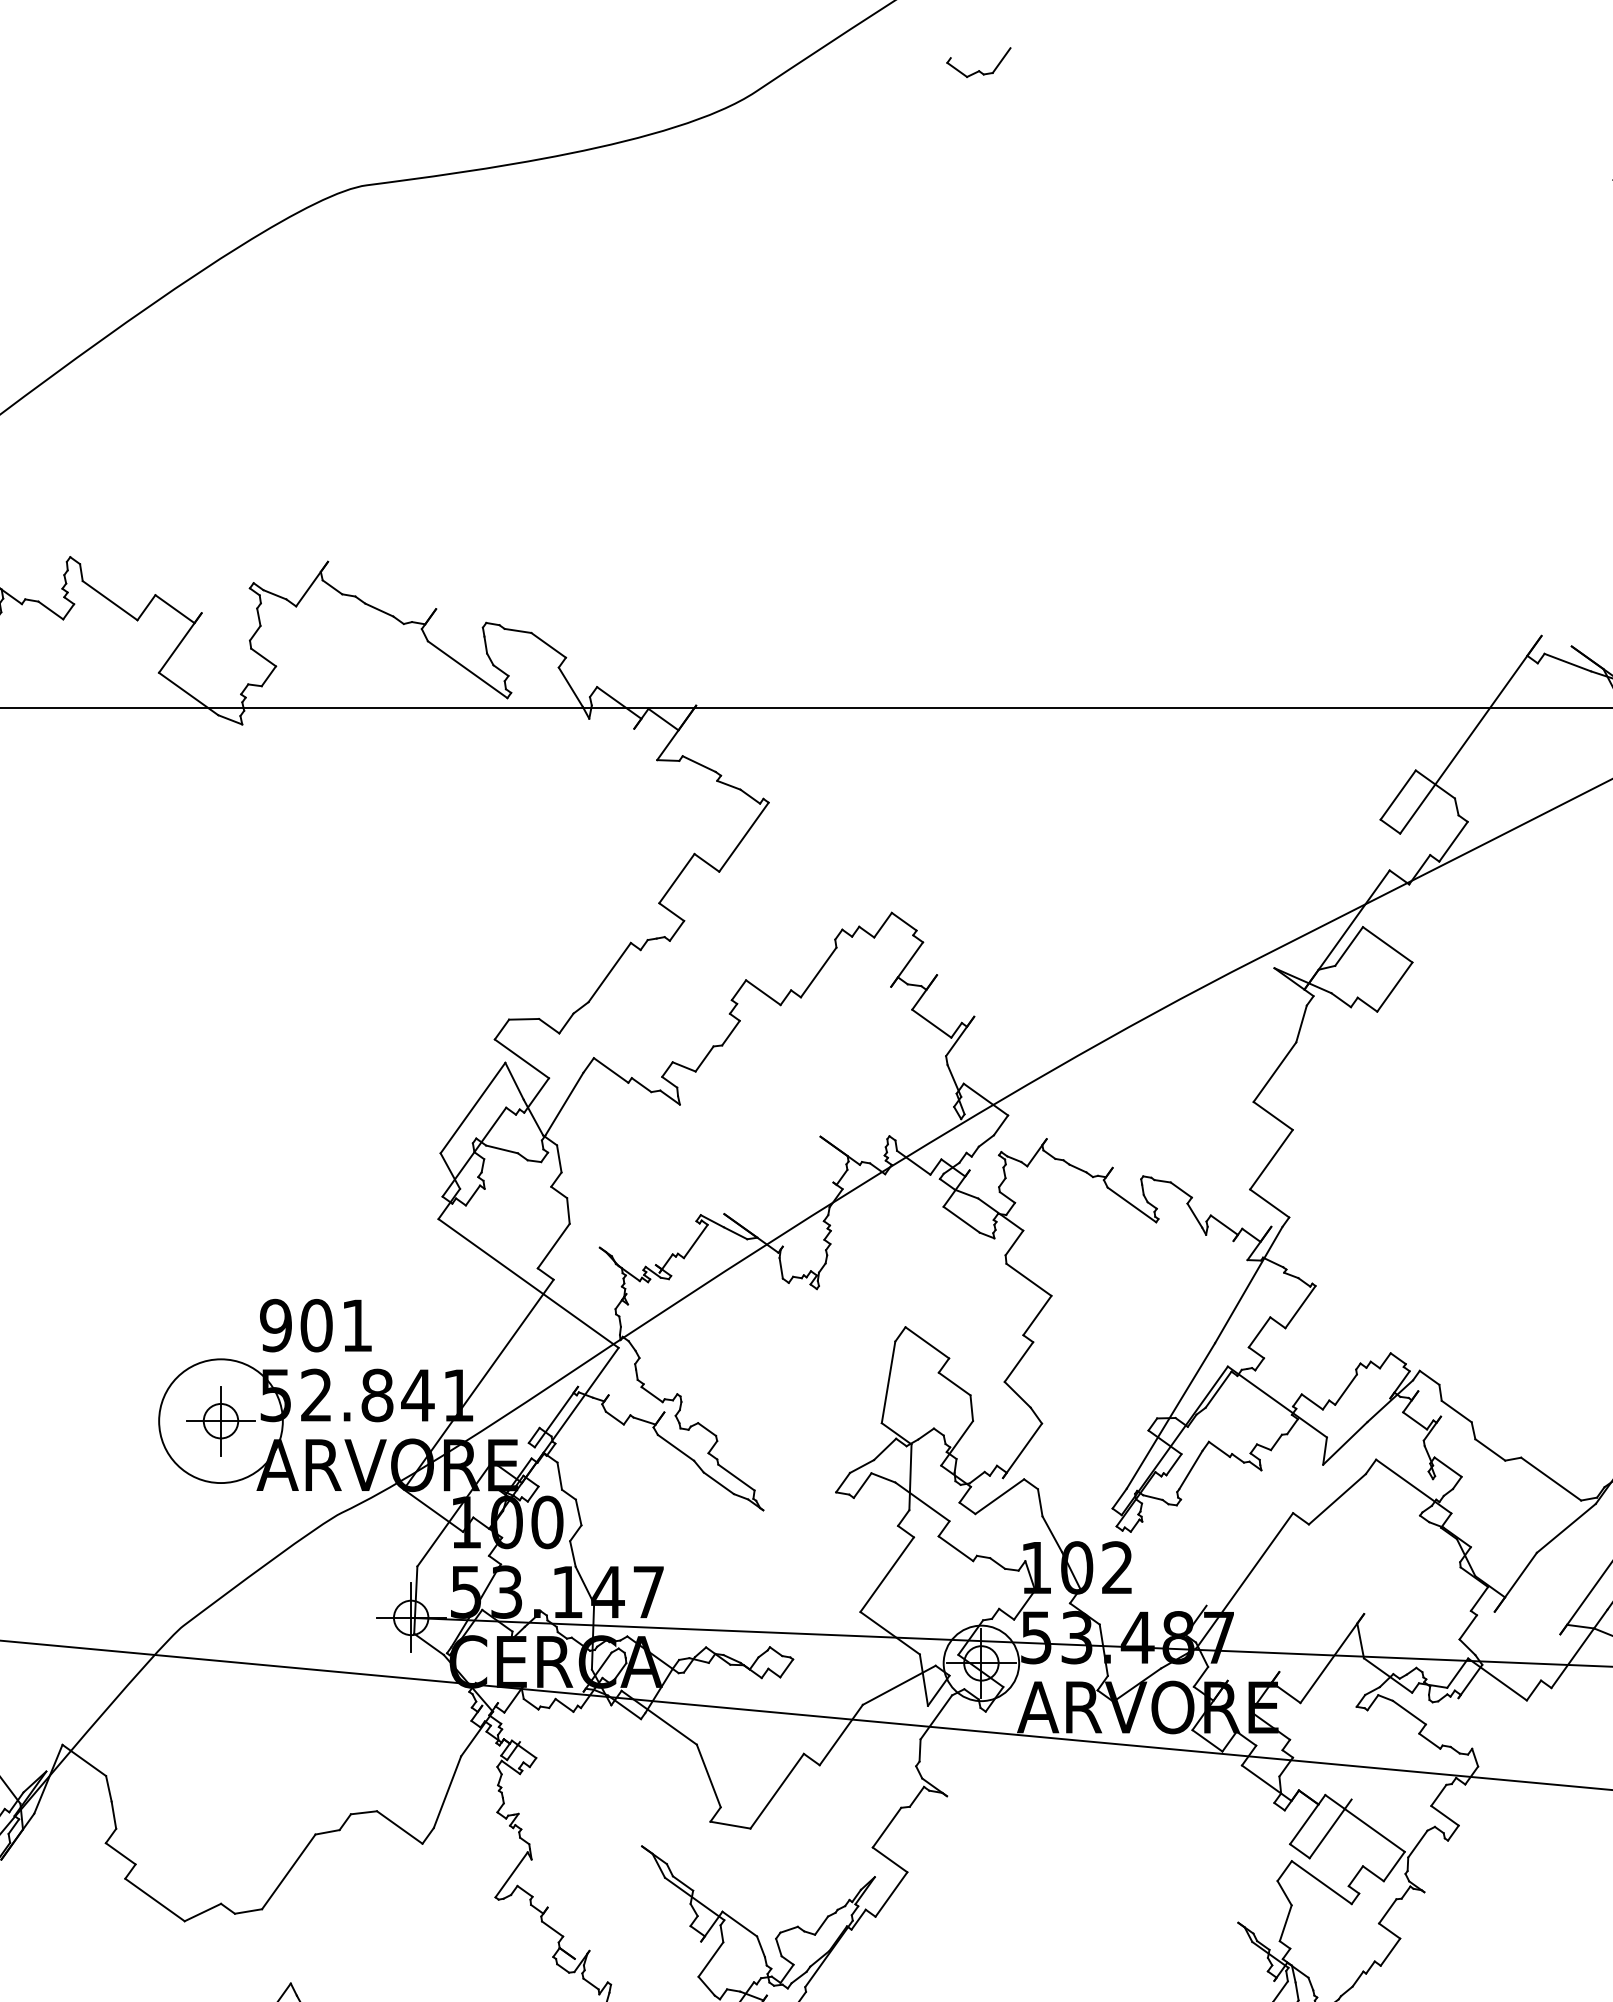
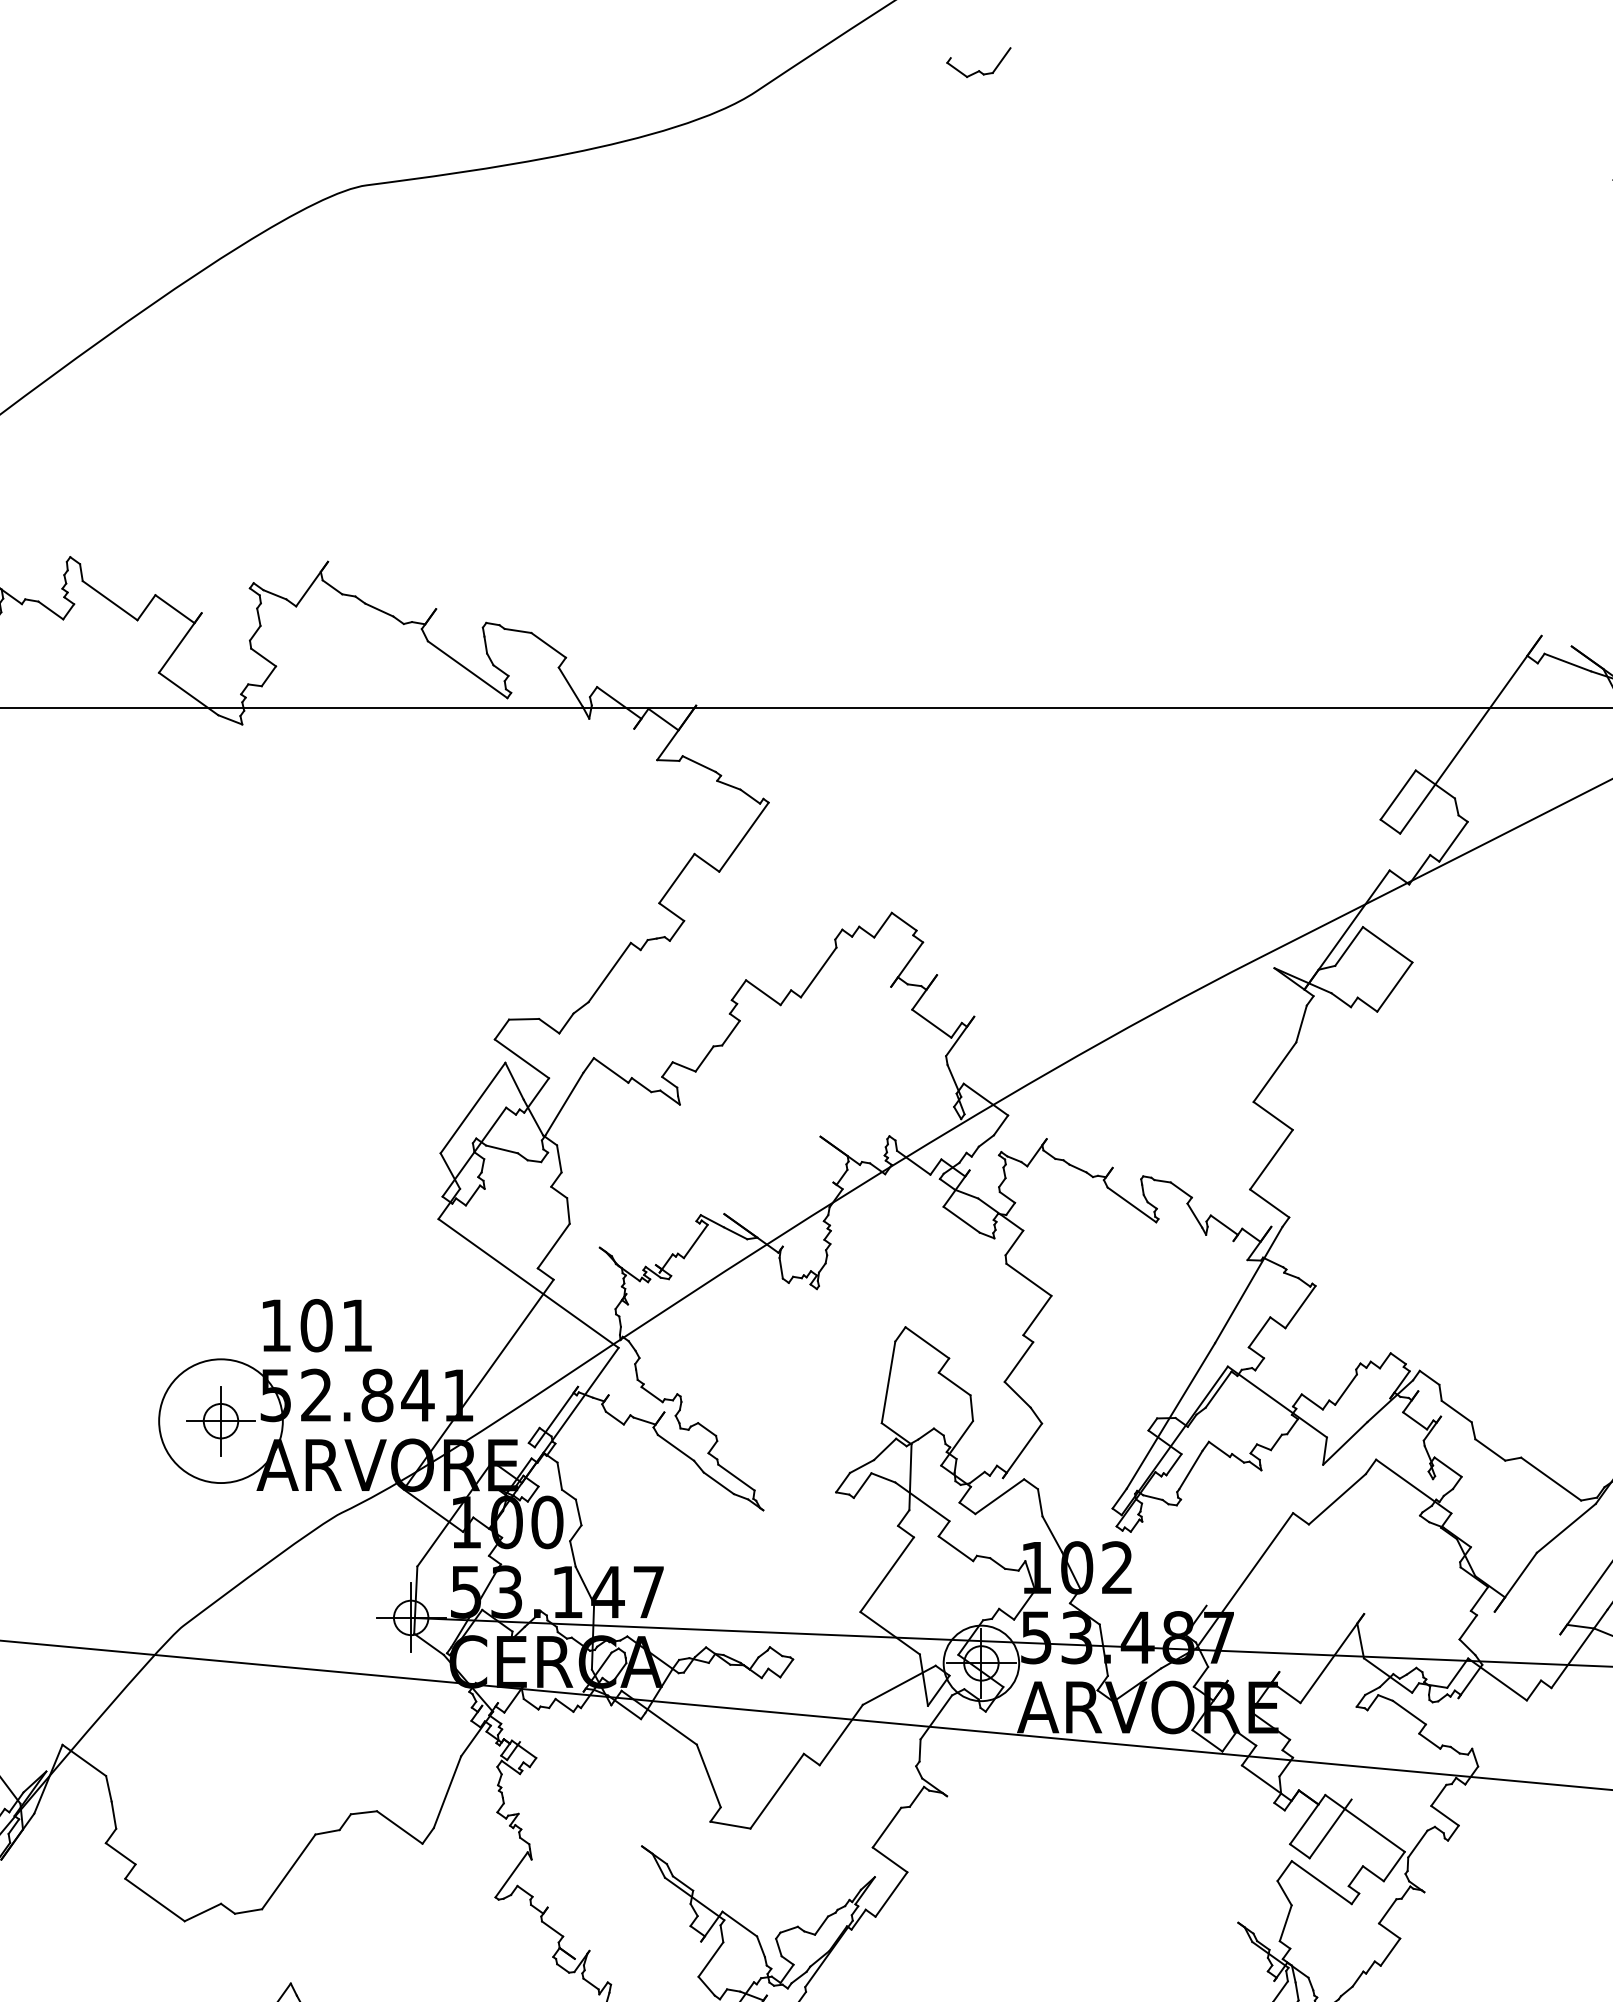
text at (275, 1325): 901 -> 101
